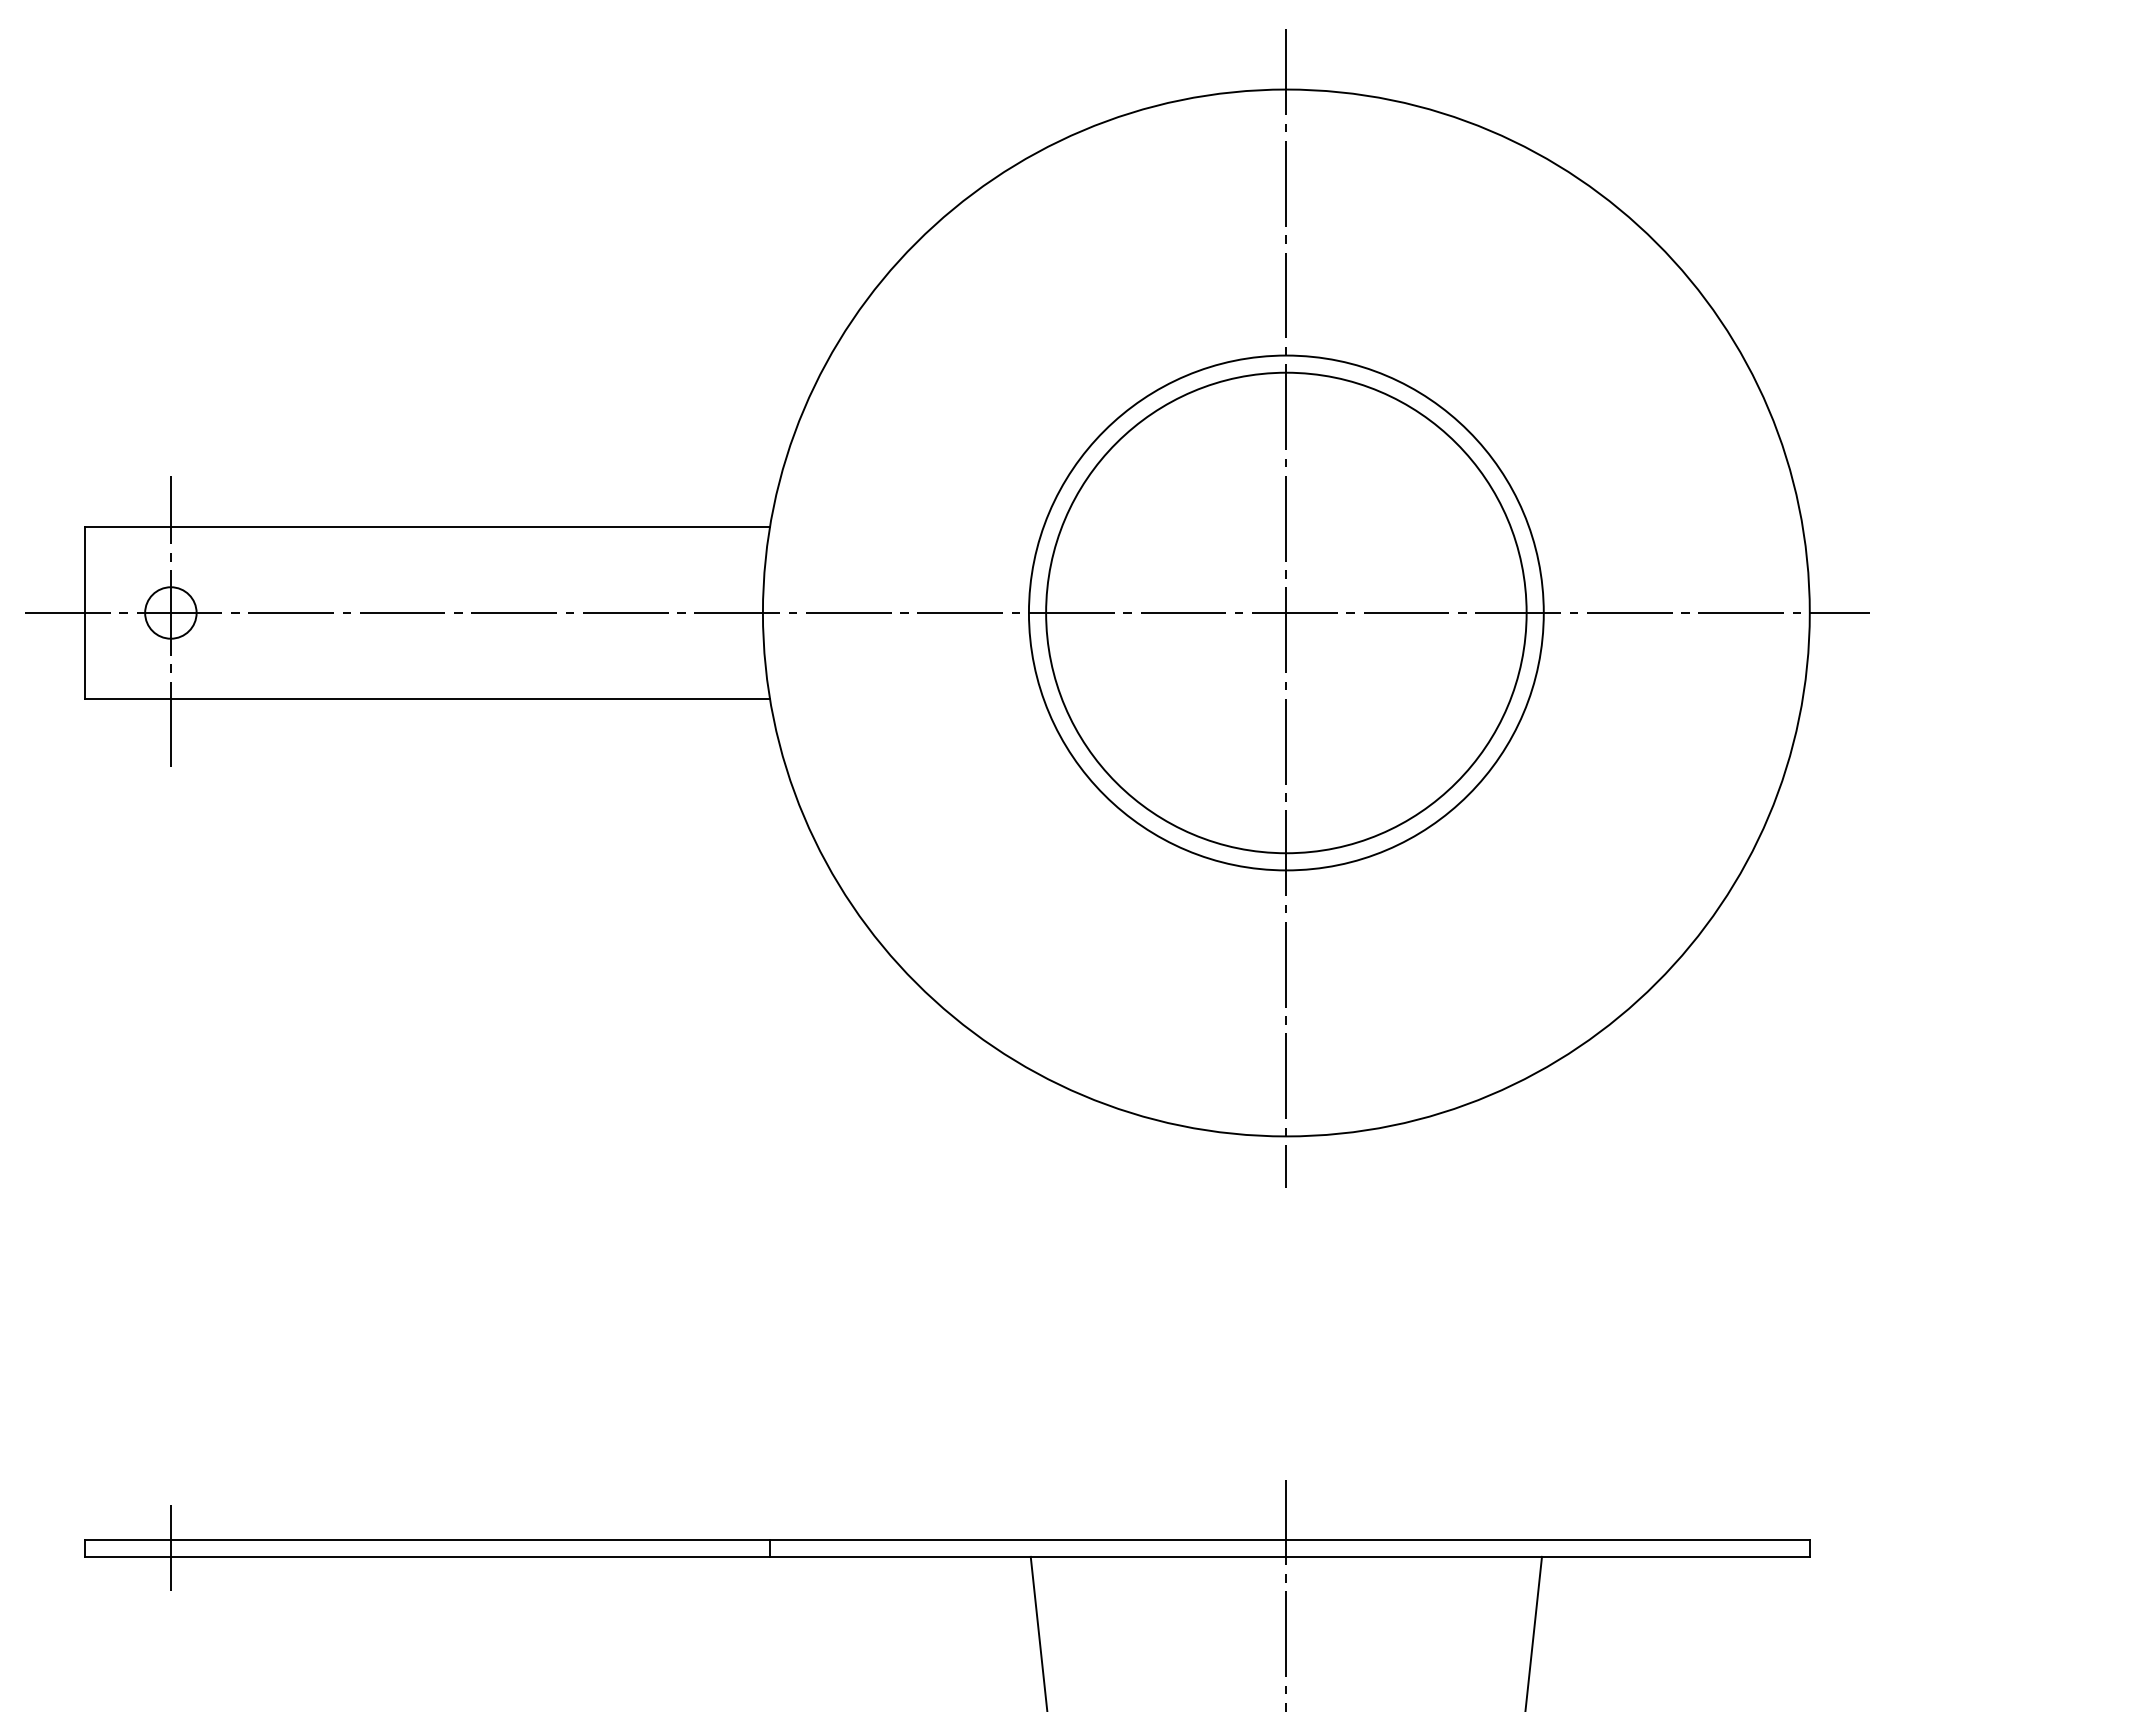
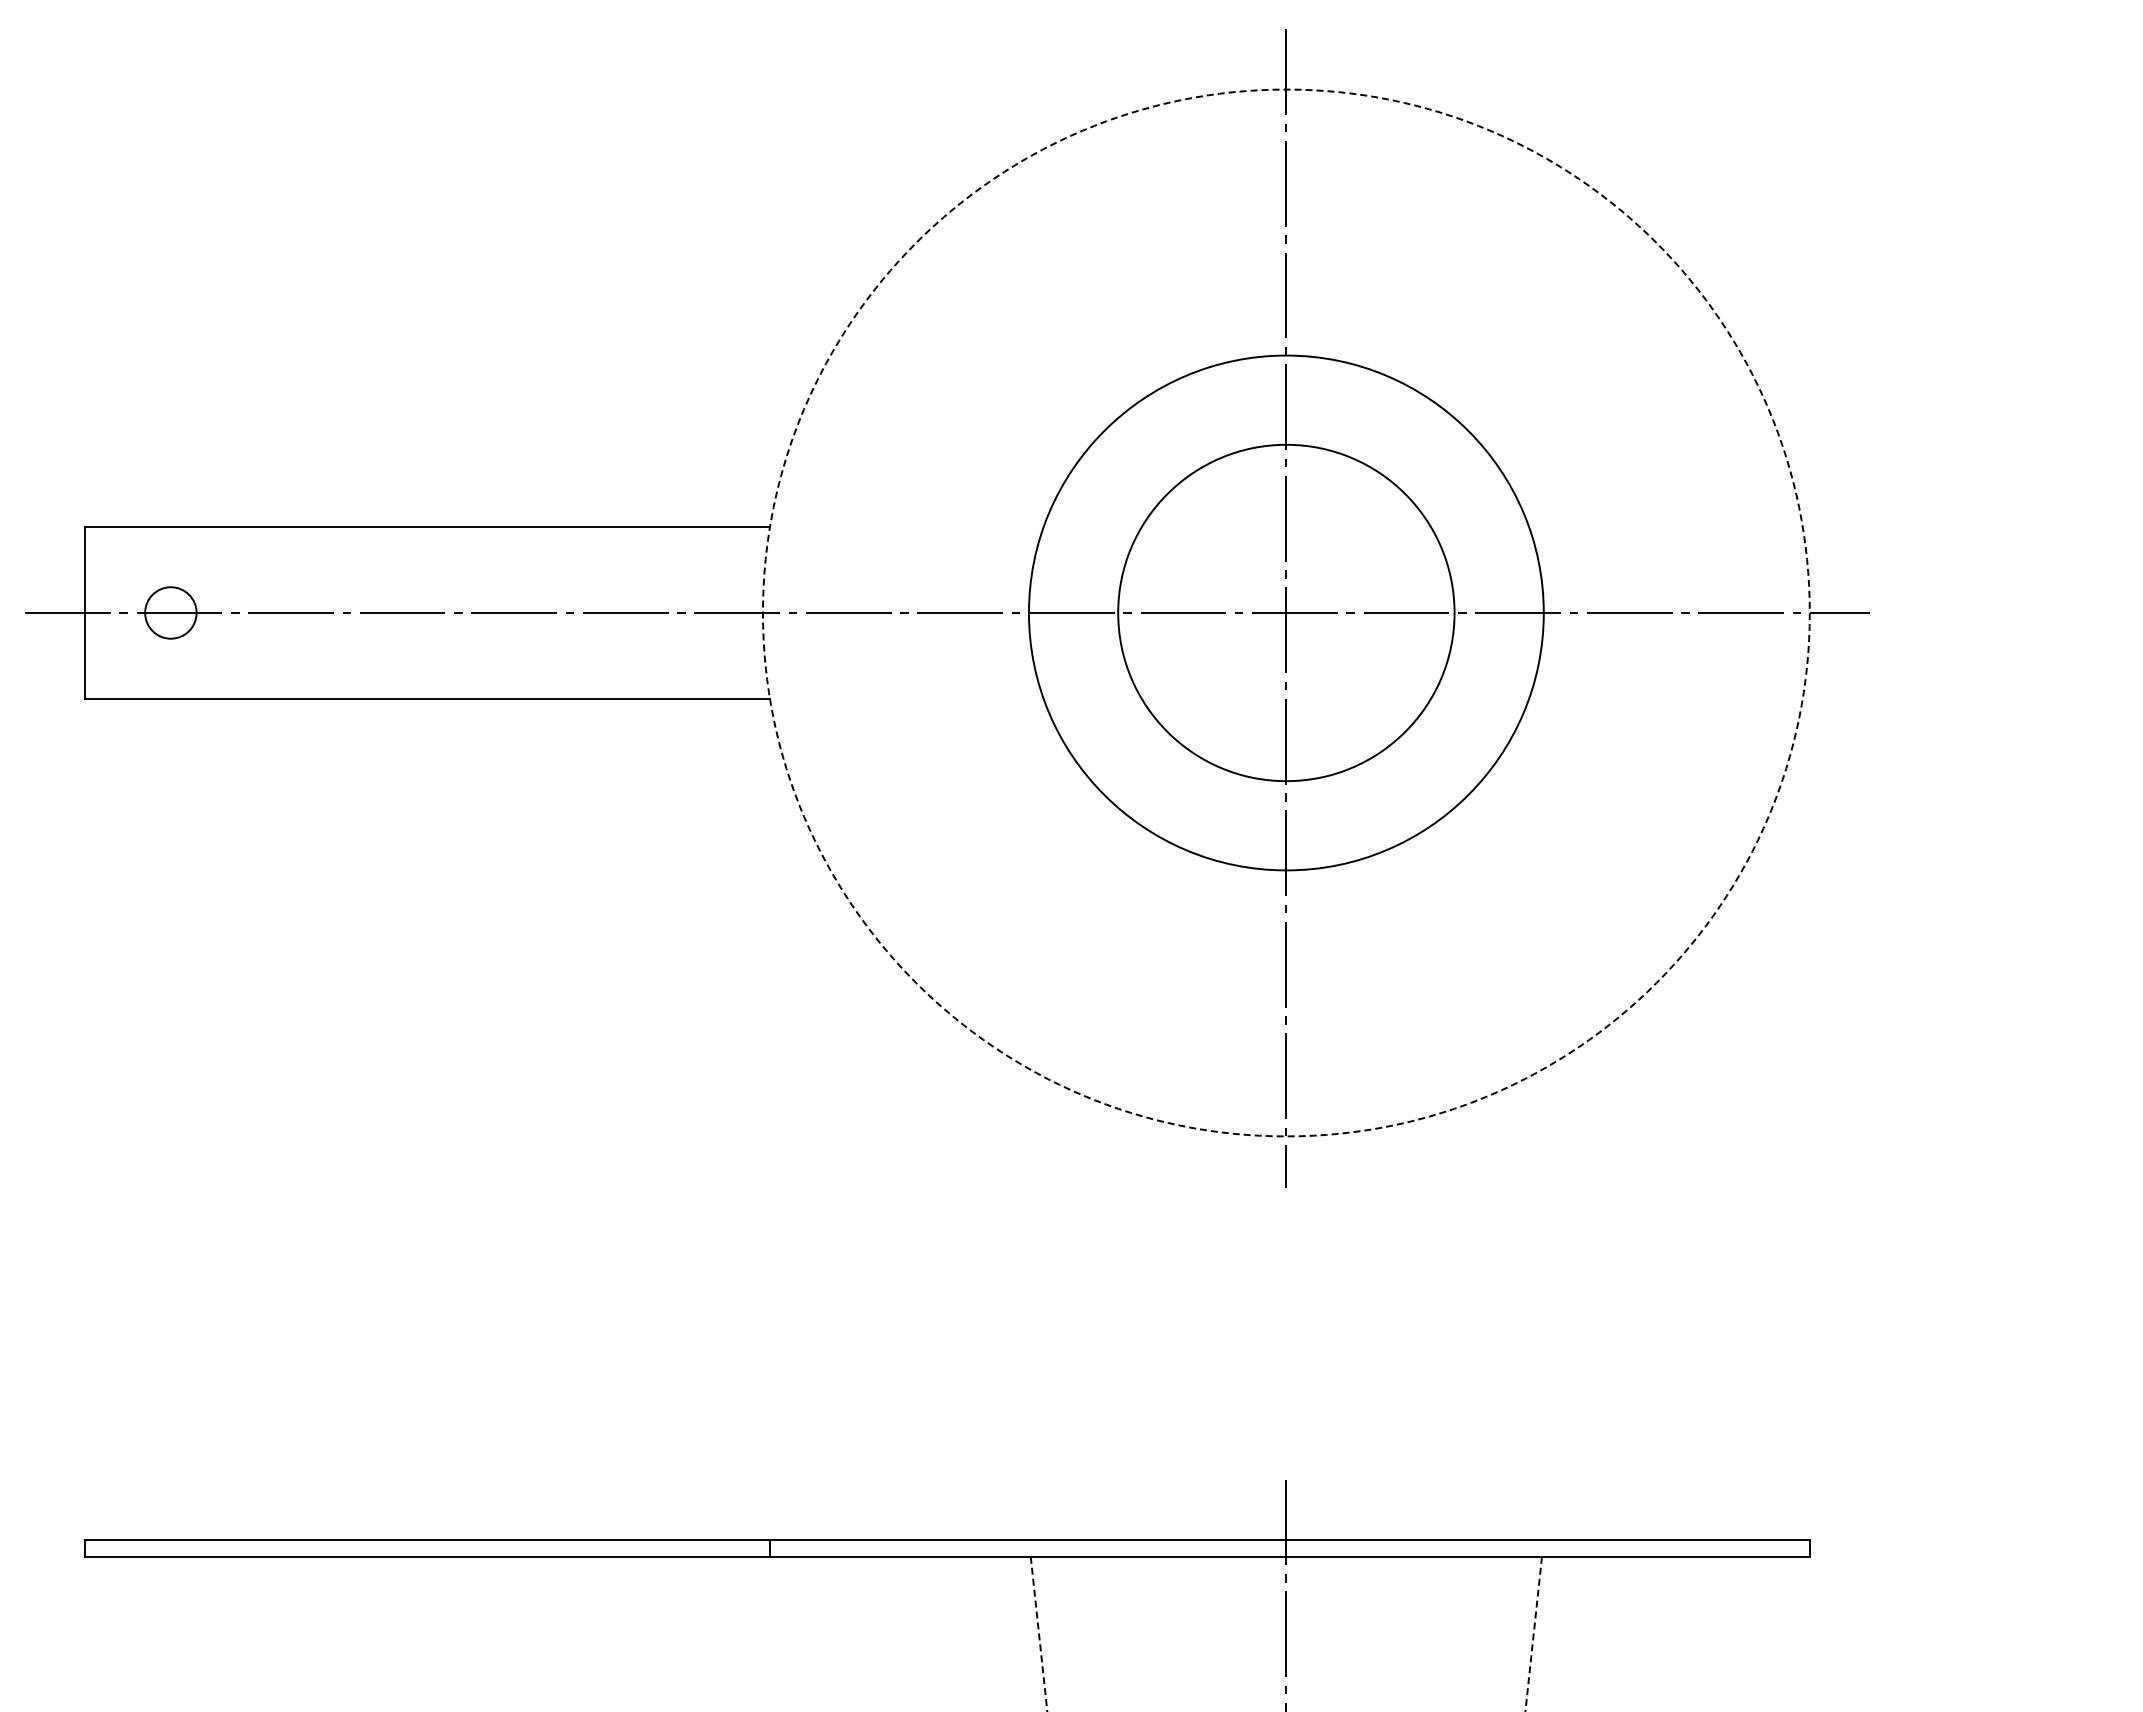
circle at (1285, 612): solid -> dashed
circle at (1286, 612) diameter: 481 px -> 336 px
line at (170, 621): present -> none
line at (170, 1552): present -> none
line at (1039, 1634): solid -> dashed
line at (1533, 1634): solid -> dashed
